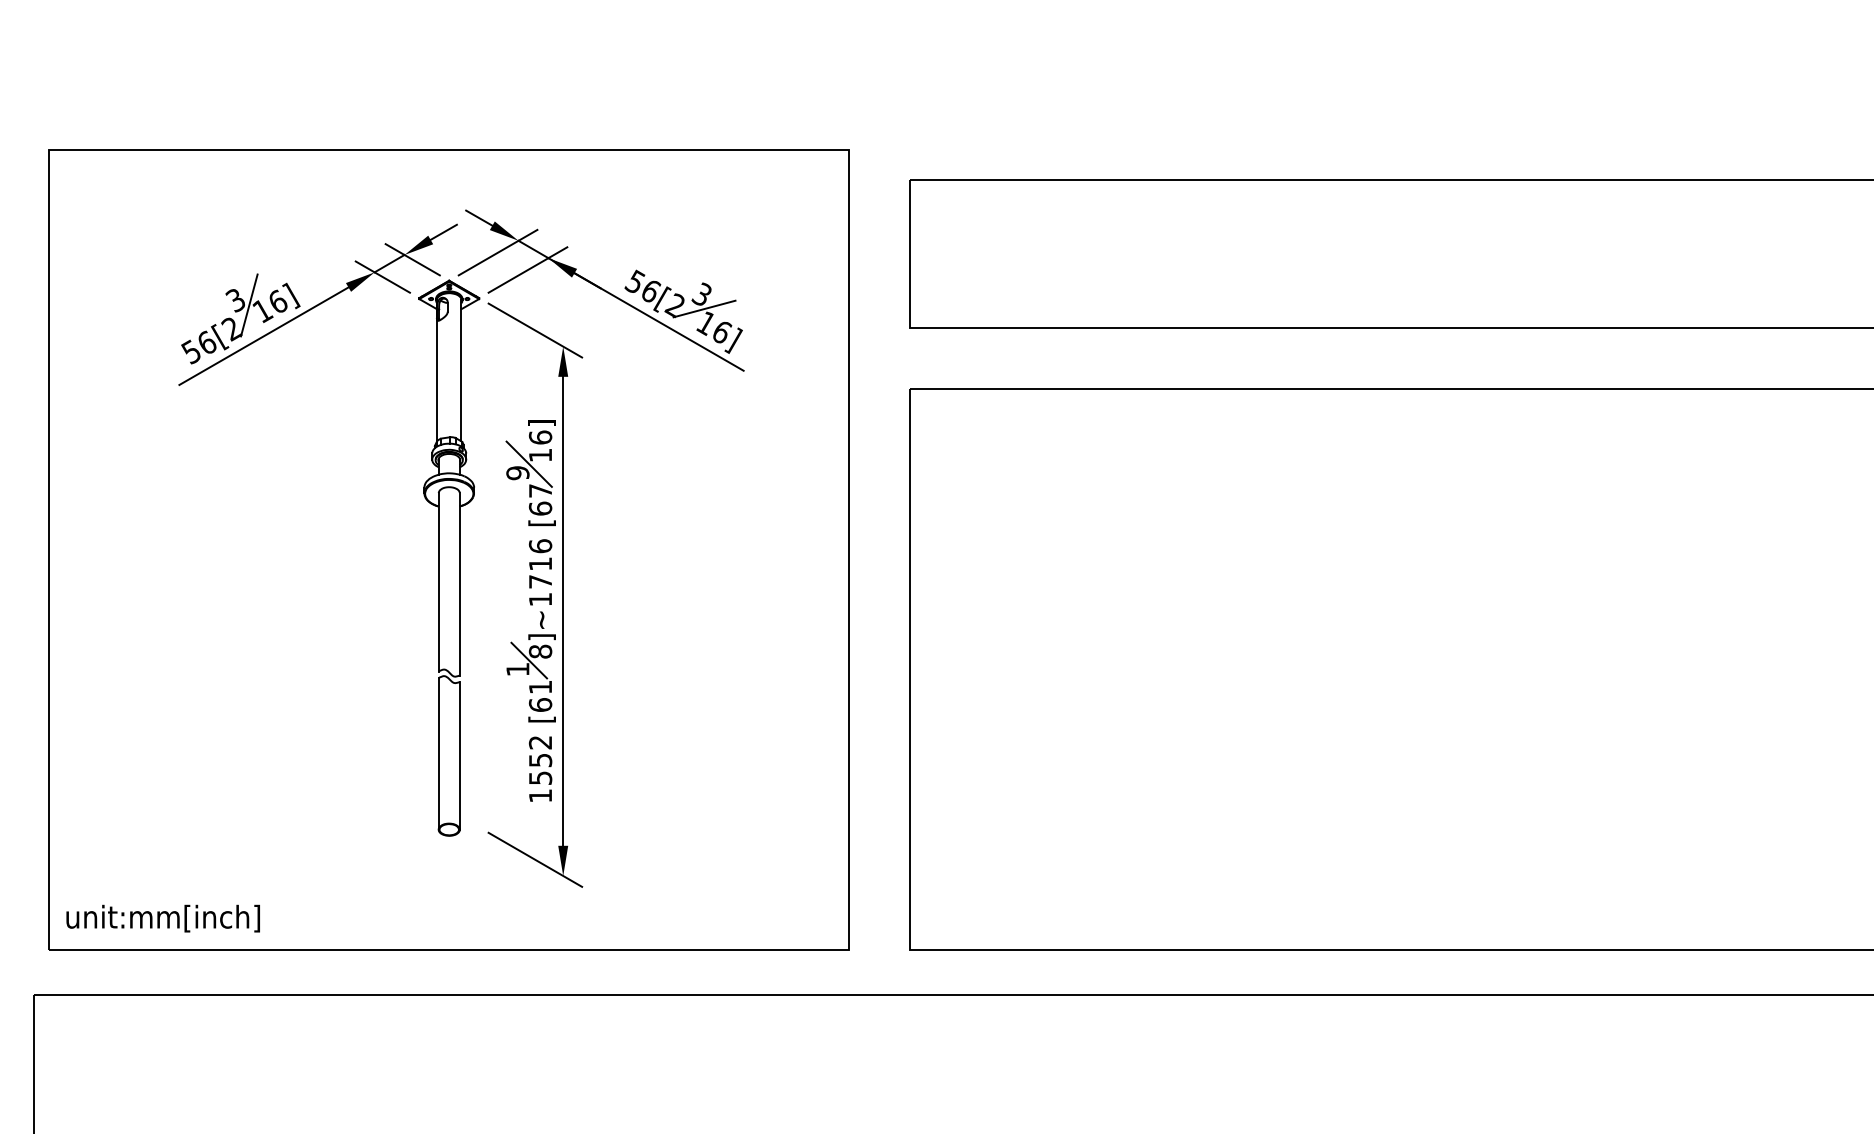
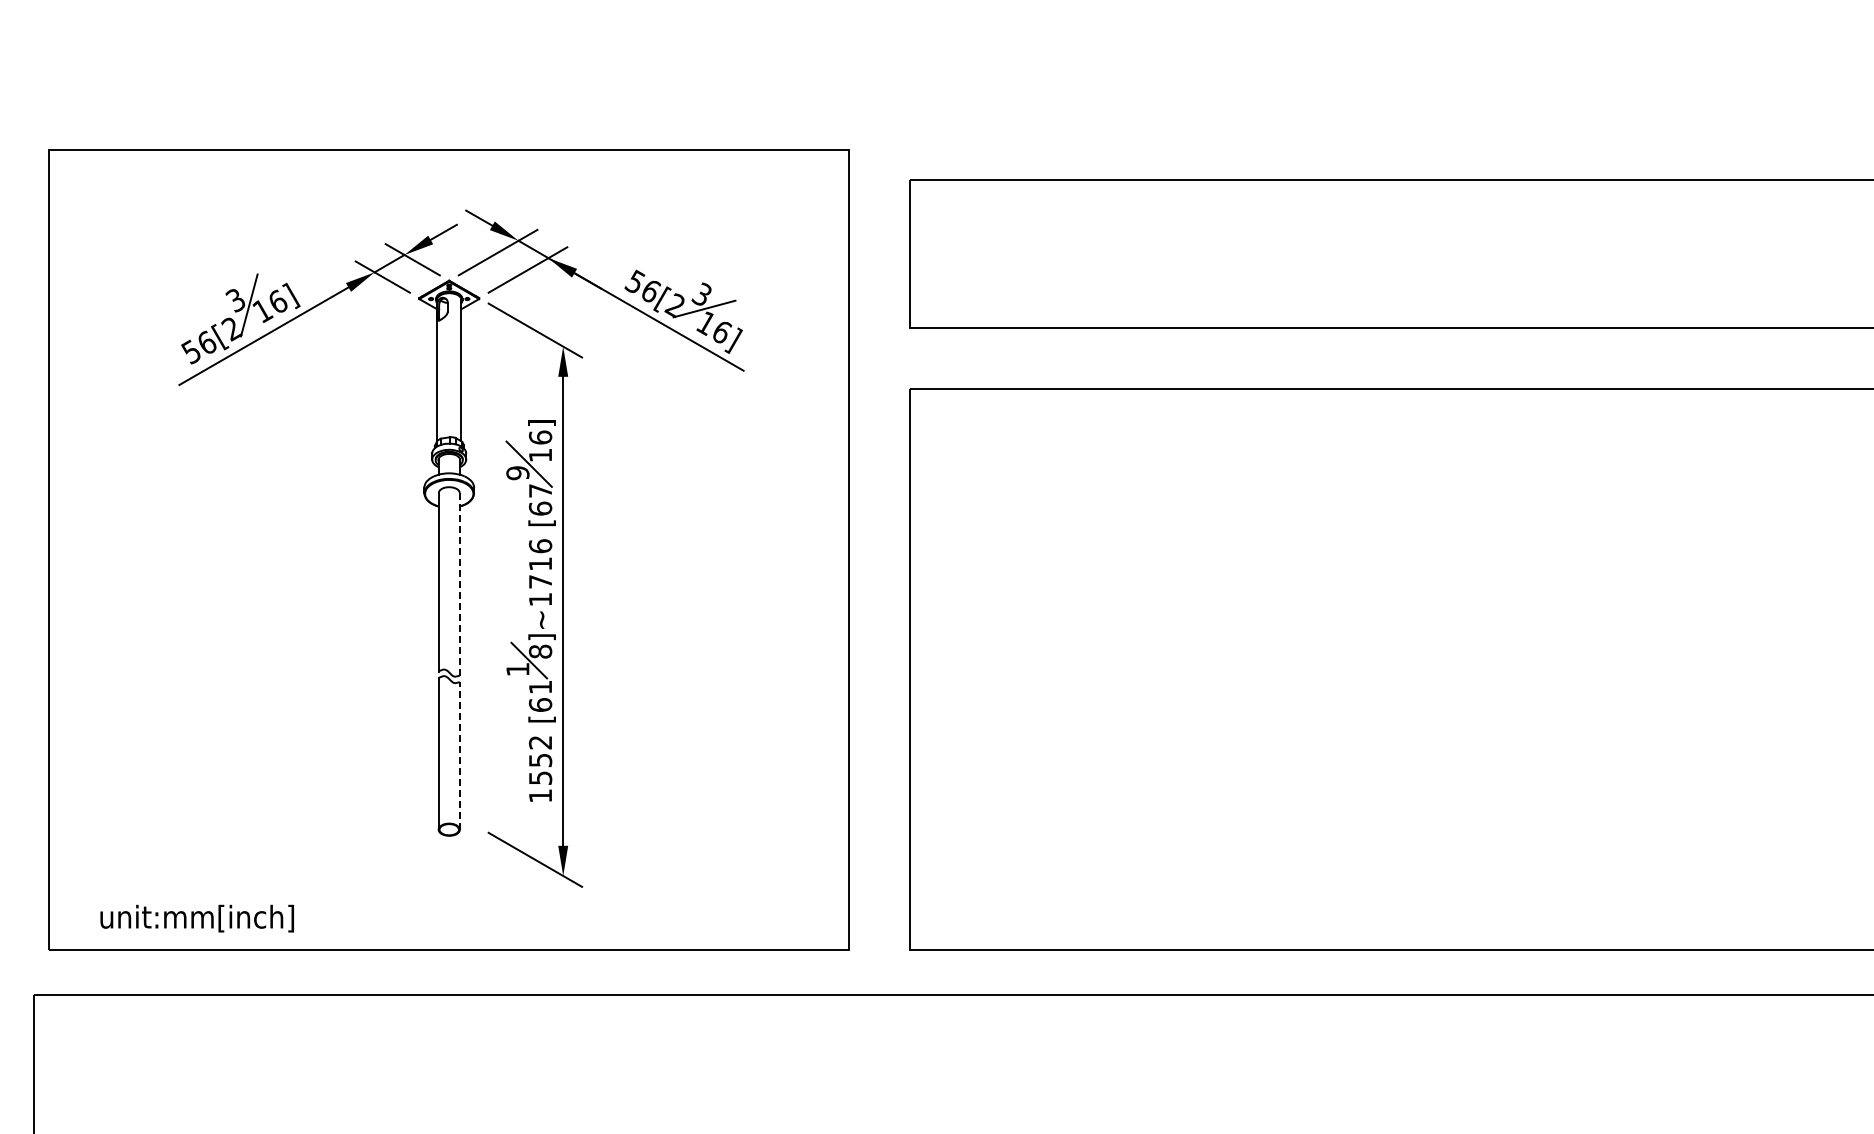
line at (459, 583): solid -> dashed
line at (459, 755): solid -> dashed
text at (162, 918) position: (162, 918) -> (196, 918)
